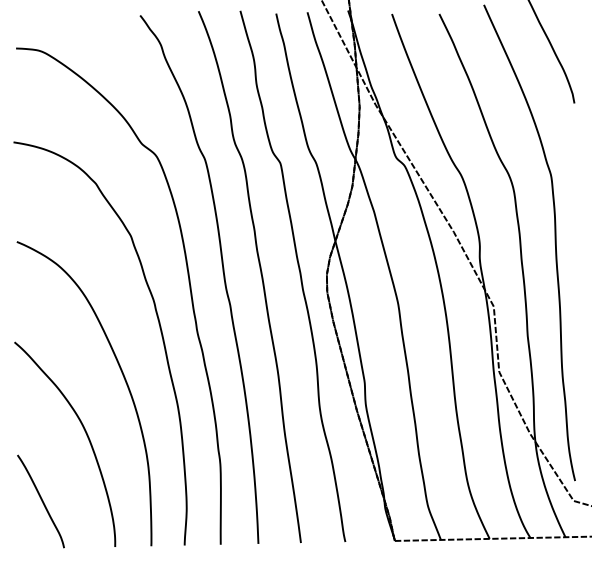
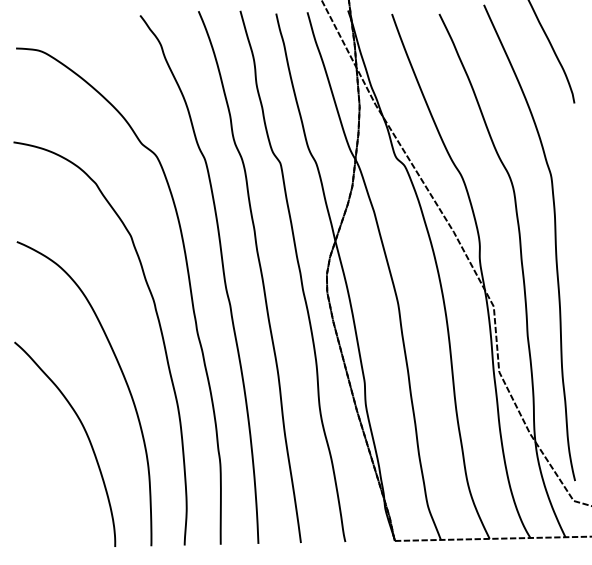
curve at (41, 501): present -> none
